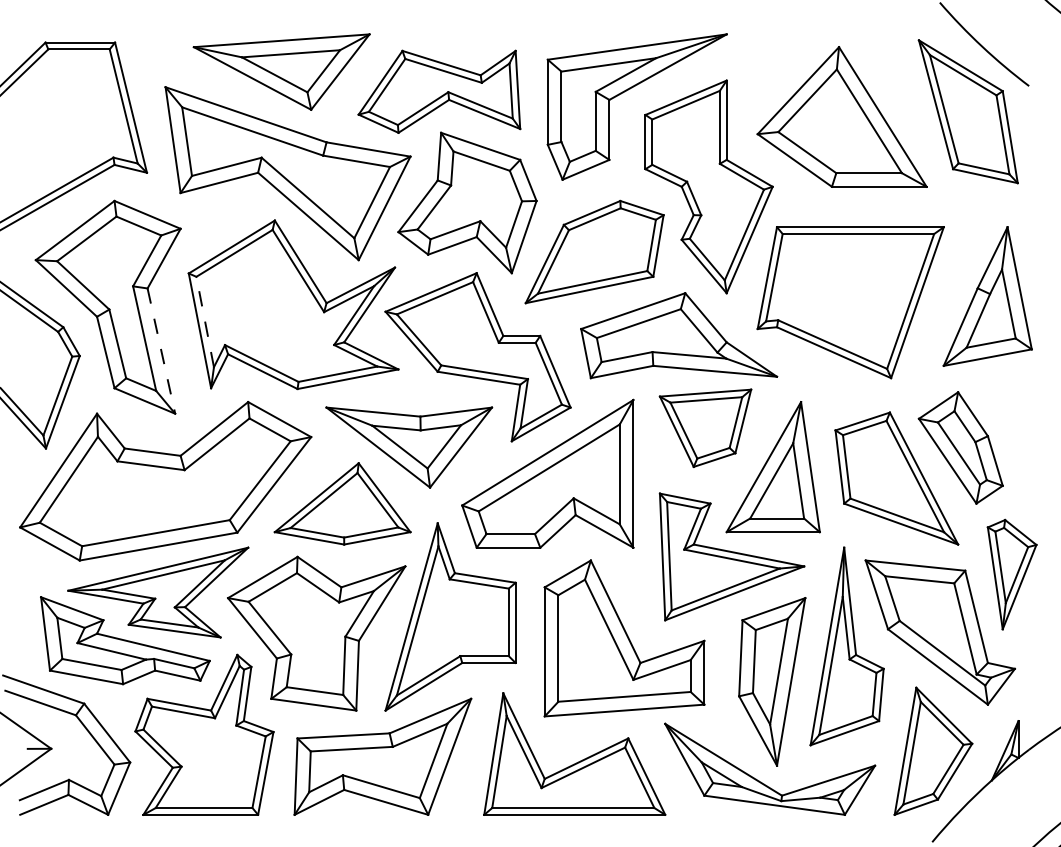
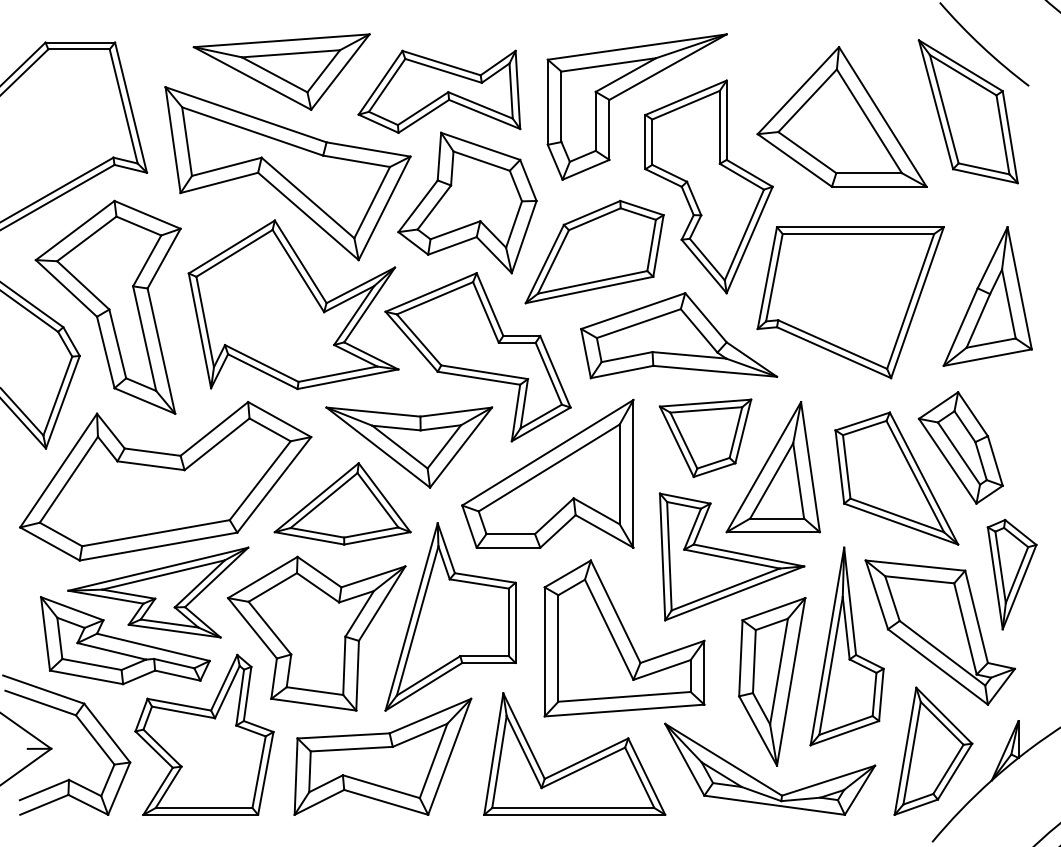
line at (205, 321): dashed -> solid
line at (161, 351): dashed -> solid
part at (705, 427) position: (705, 427) -> (705, 437)
